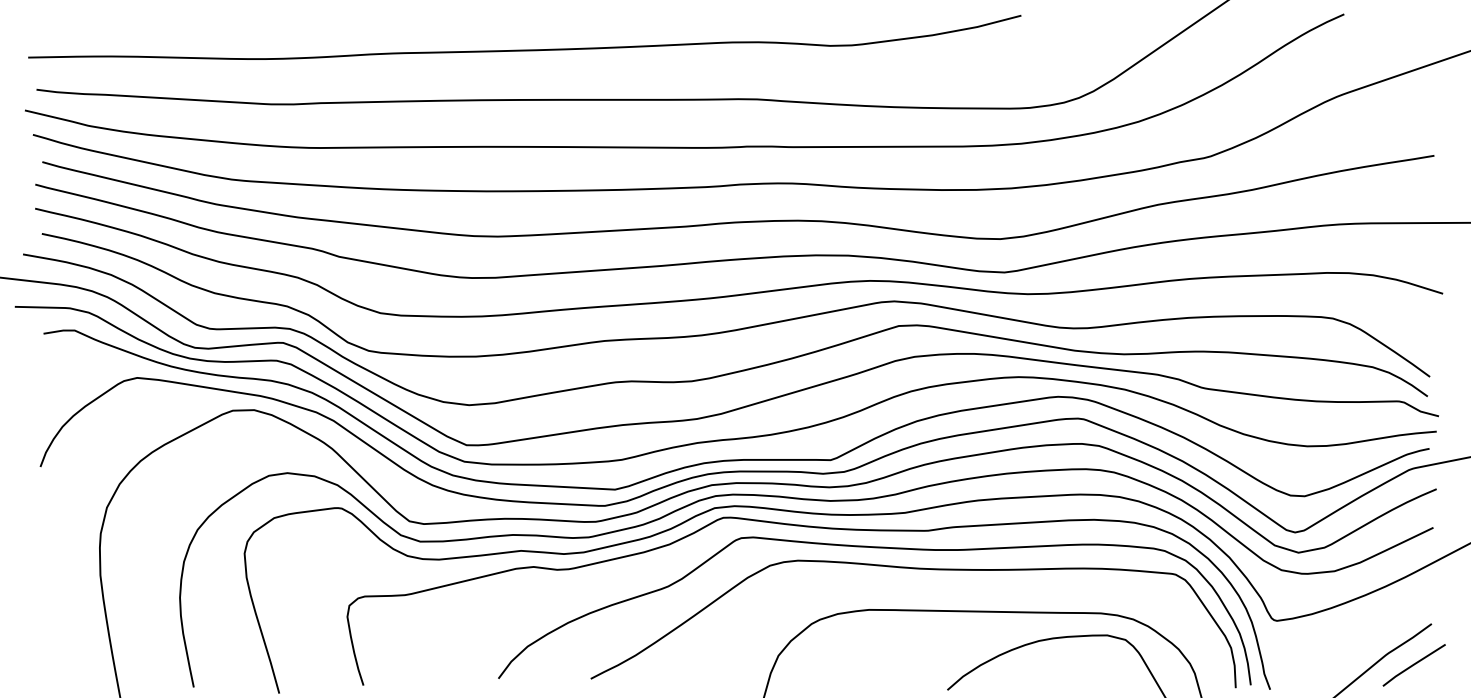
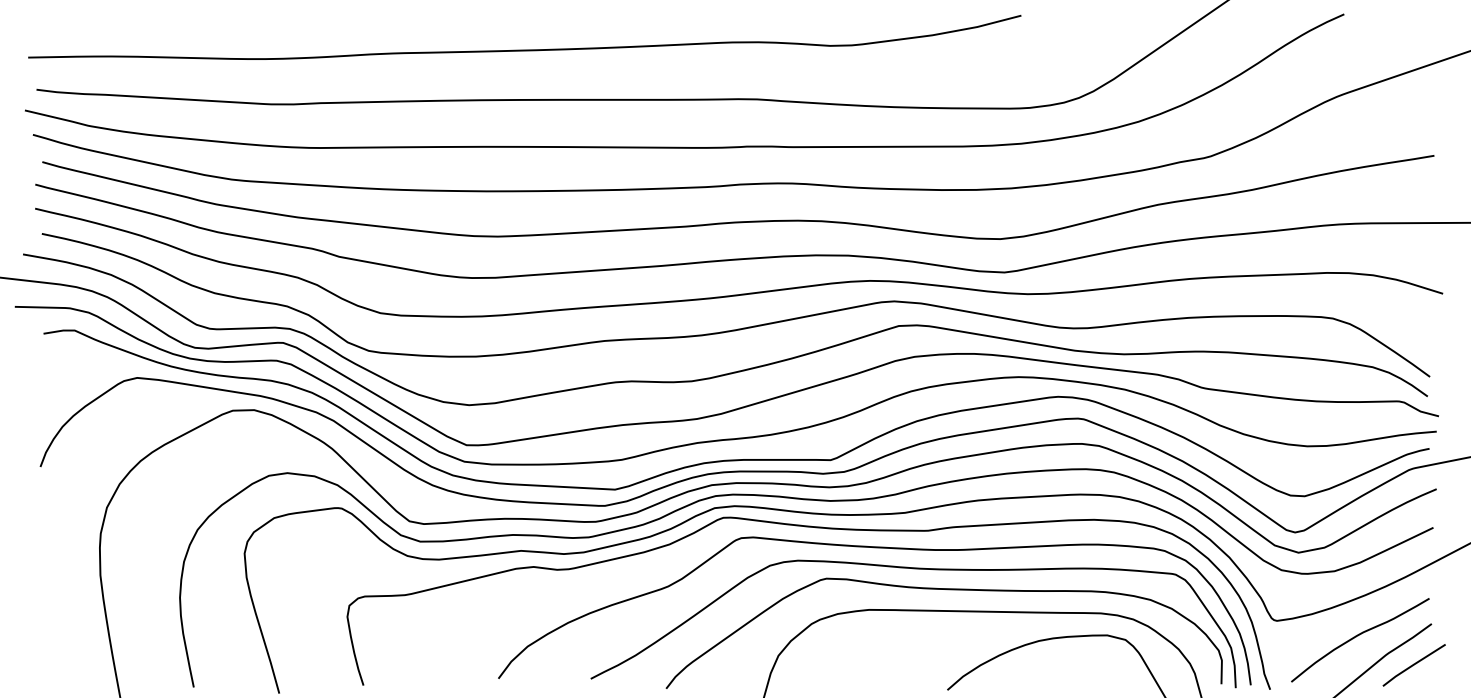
curve at (947, 590): none -> present
curve at (1358, 636): none -> present
